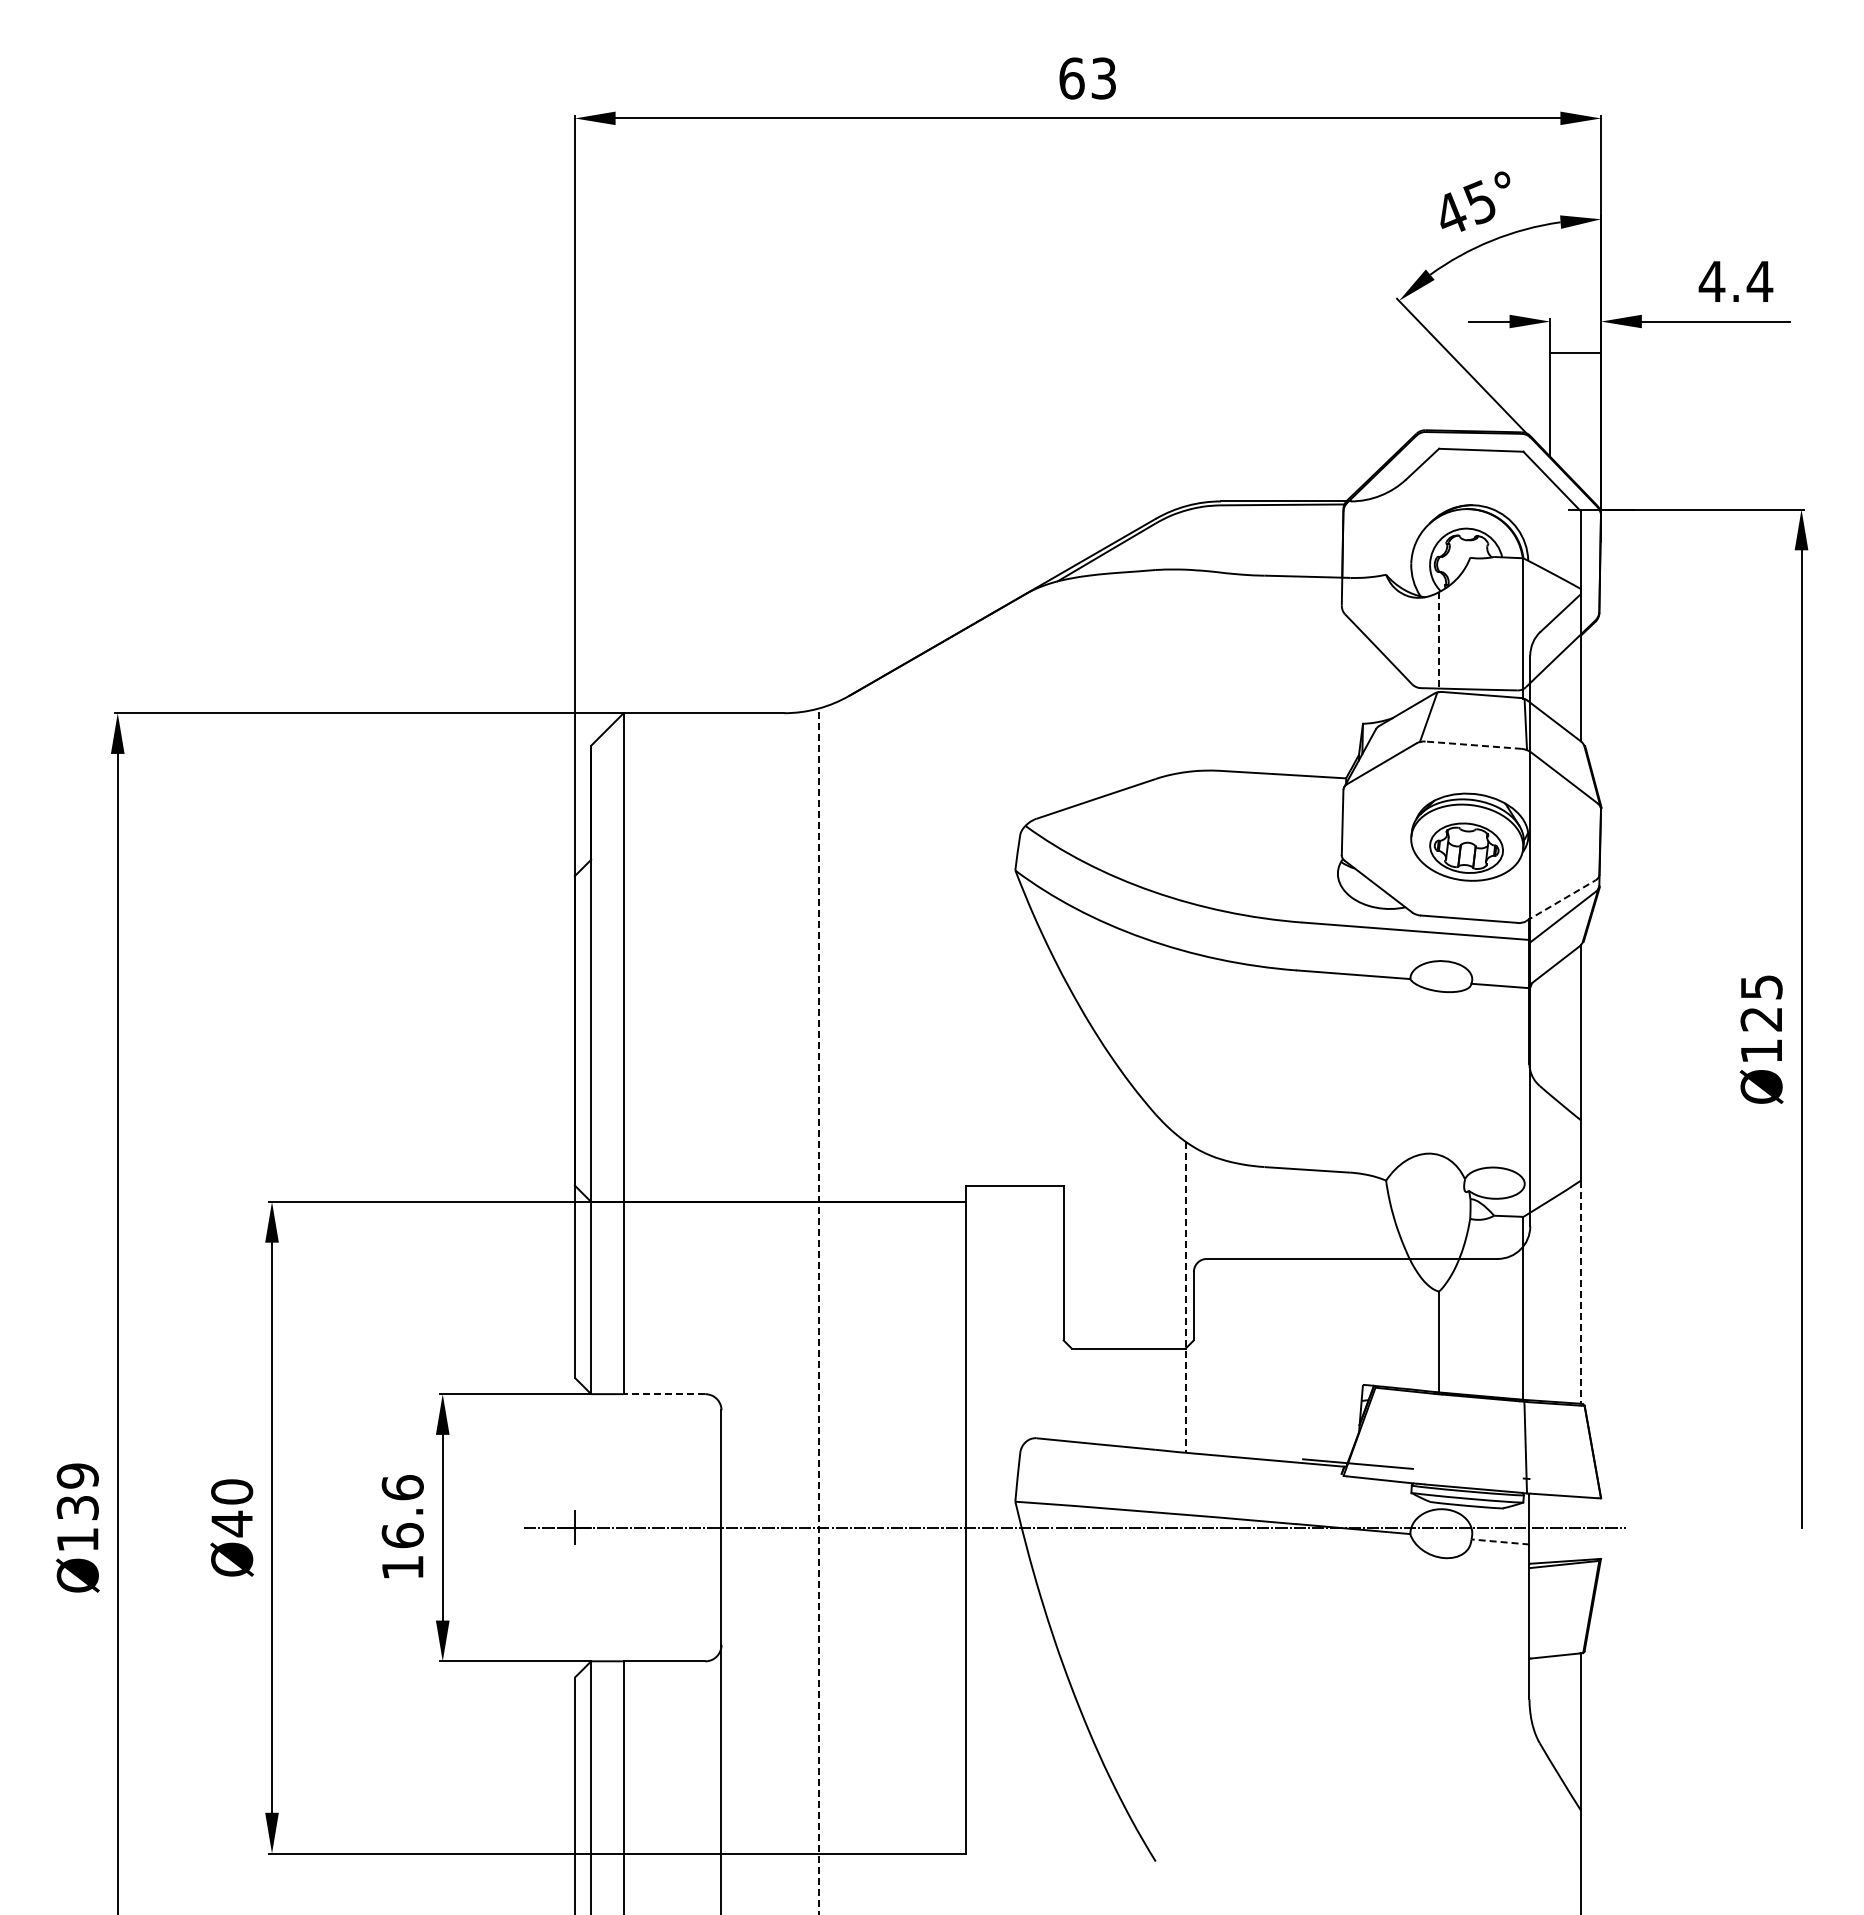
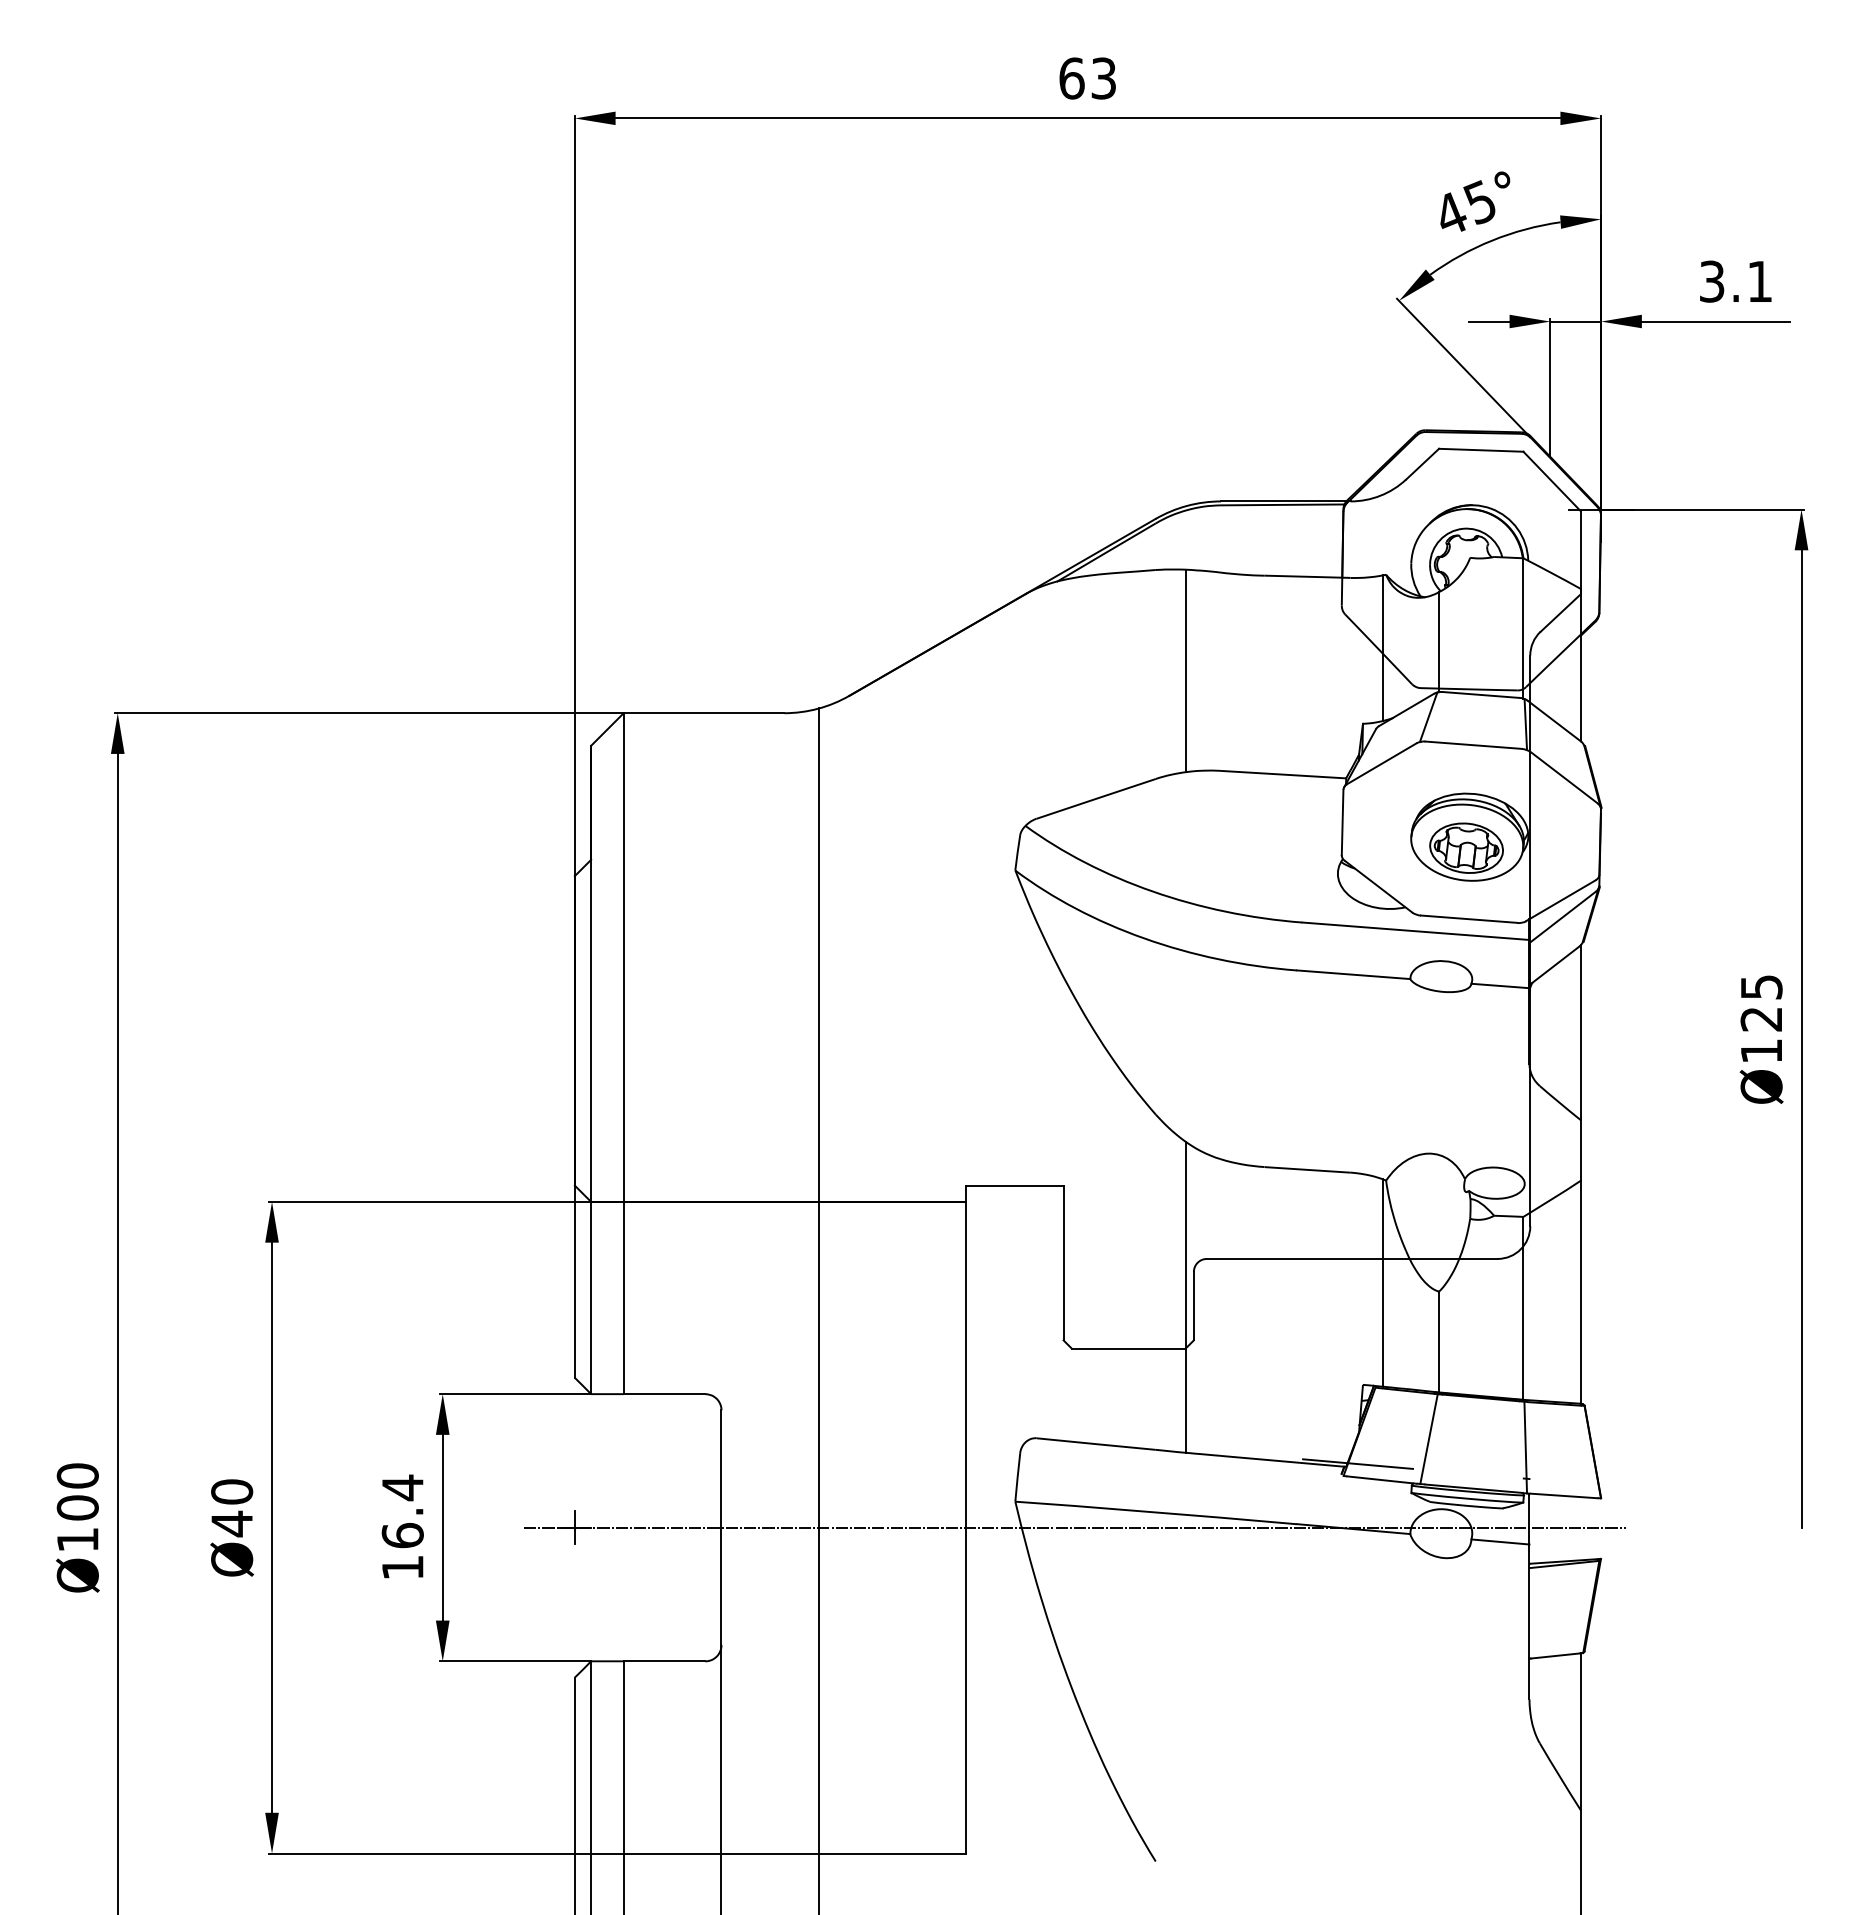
text at (1735, 281): 4.4 -> 3.1
line at (1575, 352) position: (1575, 352) -> (1575, 321)
line at (1439, 642): dashed -> solid
line at (1382, 648): none -> present
line at (1186, 670): none -> present
line at (1473, 745): dashed -> solid
line at (1561, 900): dashed -> solid
line at (1382, 1282): none -> present
line at (1580, 1292): dashed -> solid
line at (1186, 1297): dashed -> solid
line at (819, 1311): dashed -> solid
line at (664, 1394): dashed -> solid
line at (1428, 1439): none -> present
text at (402, 1487): 16.6 -> 16.4
text at (77, 1491): Ø139 -> Ø100
line at (1499, 1541): dashed -> solid
